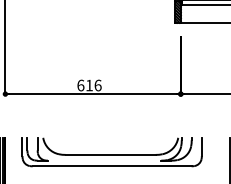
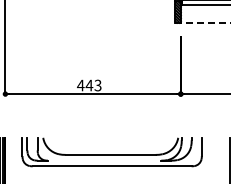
line at (203, 22): solid -> dashed
text at (89, 85): 616 -> 443
